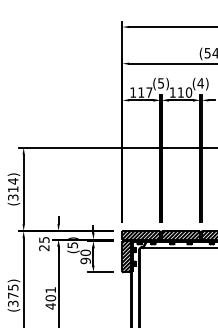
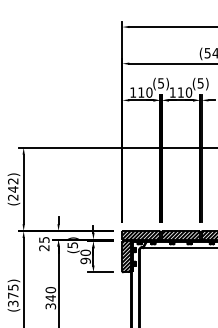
text at (200, 83): (4) -> (5)
text at (149, 92): 117 -> 110
text at (13, 189): (314) -> (242)
text at (50, 298): 401 -> 340
